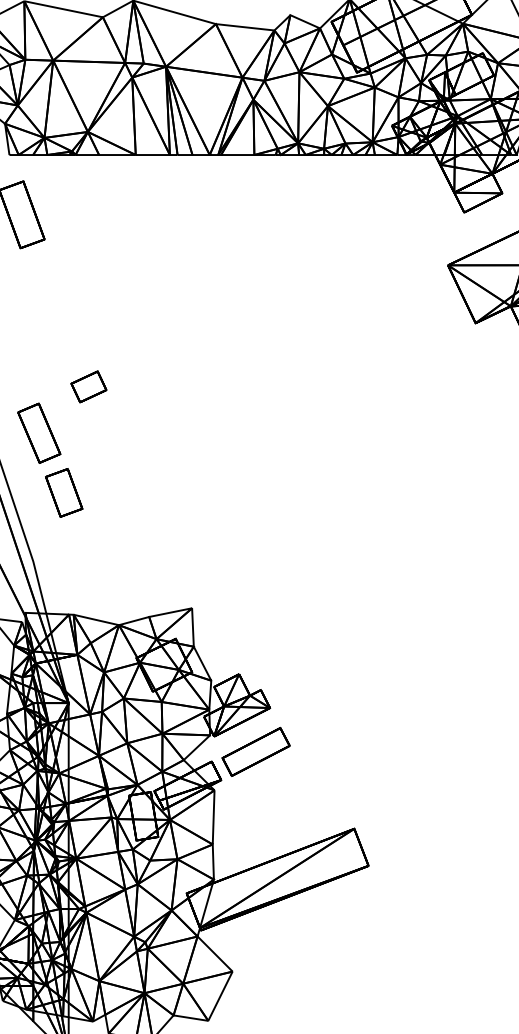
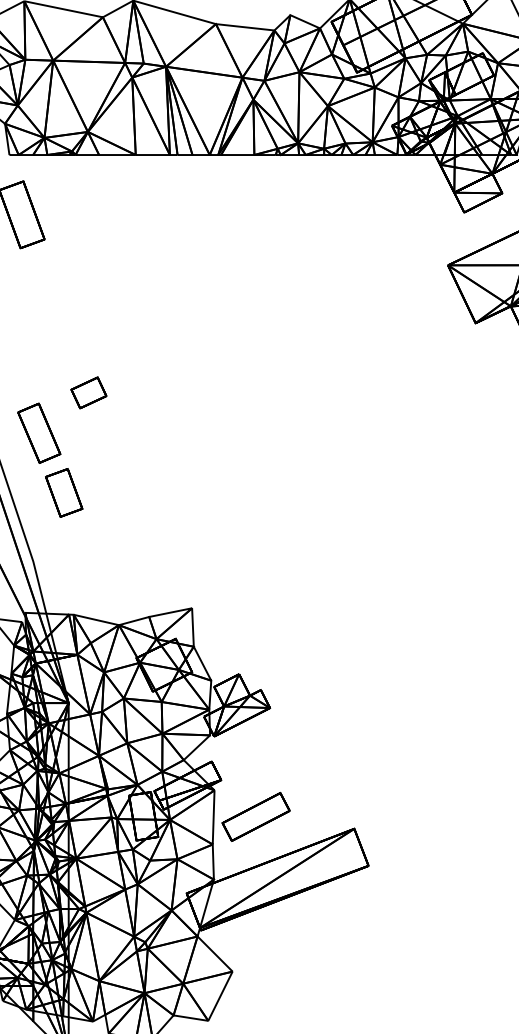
part at (88, 386) position: (88, 386) -> (88, 392)
part at (255, 751) position: (255, 751) -> (255, 816)
